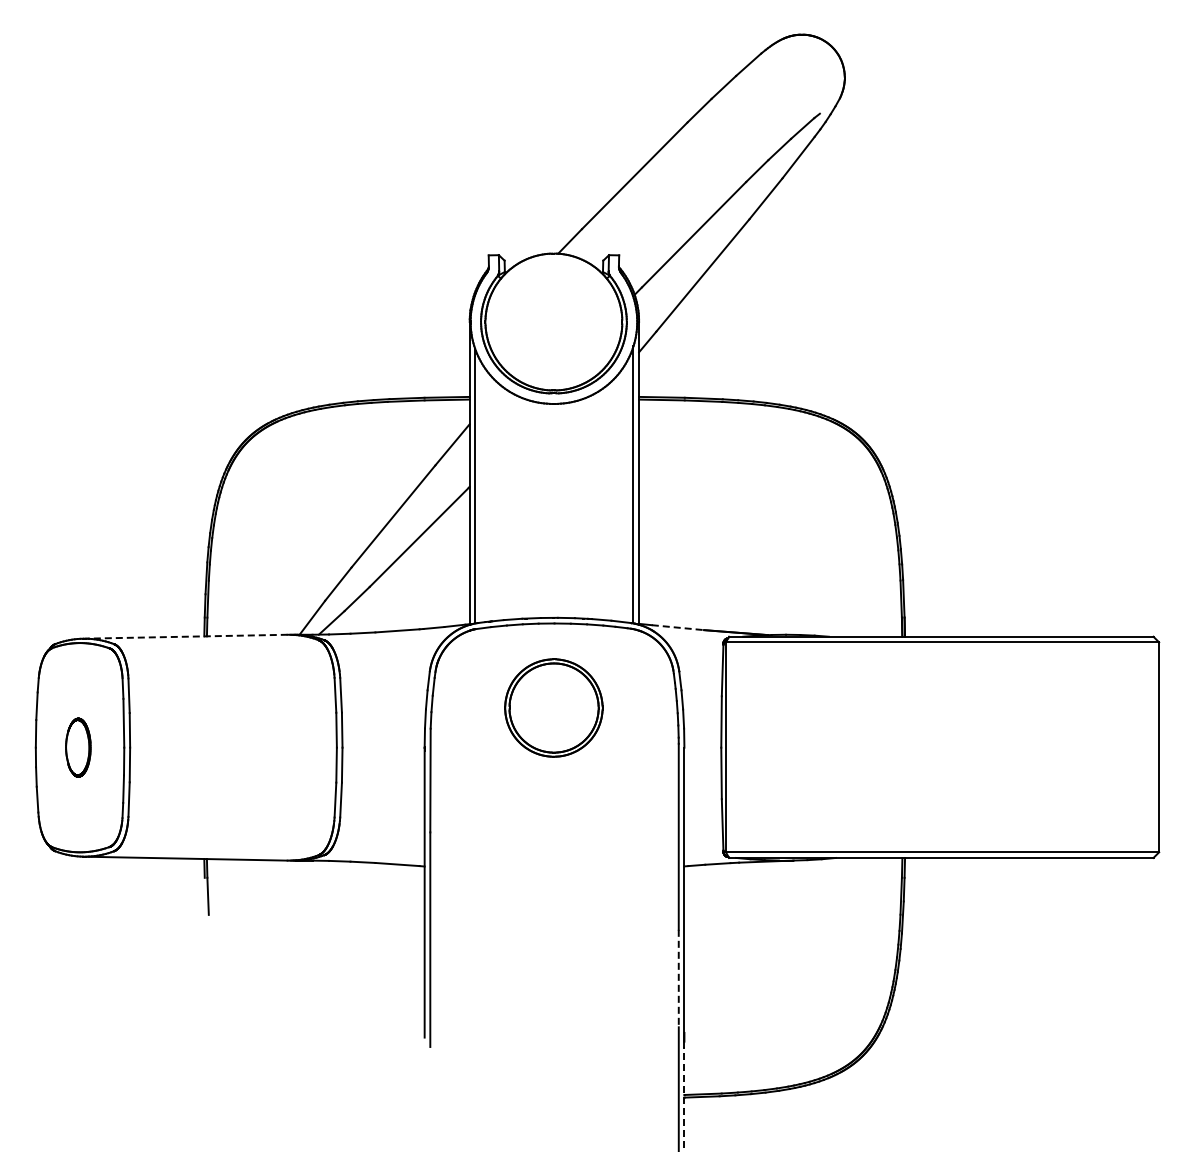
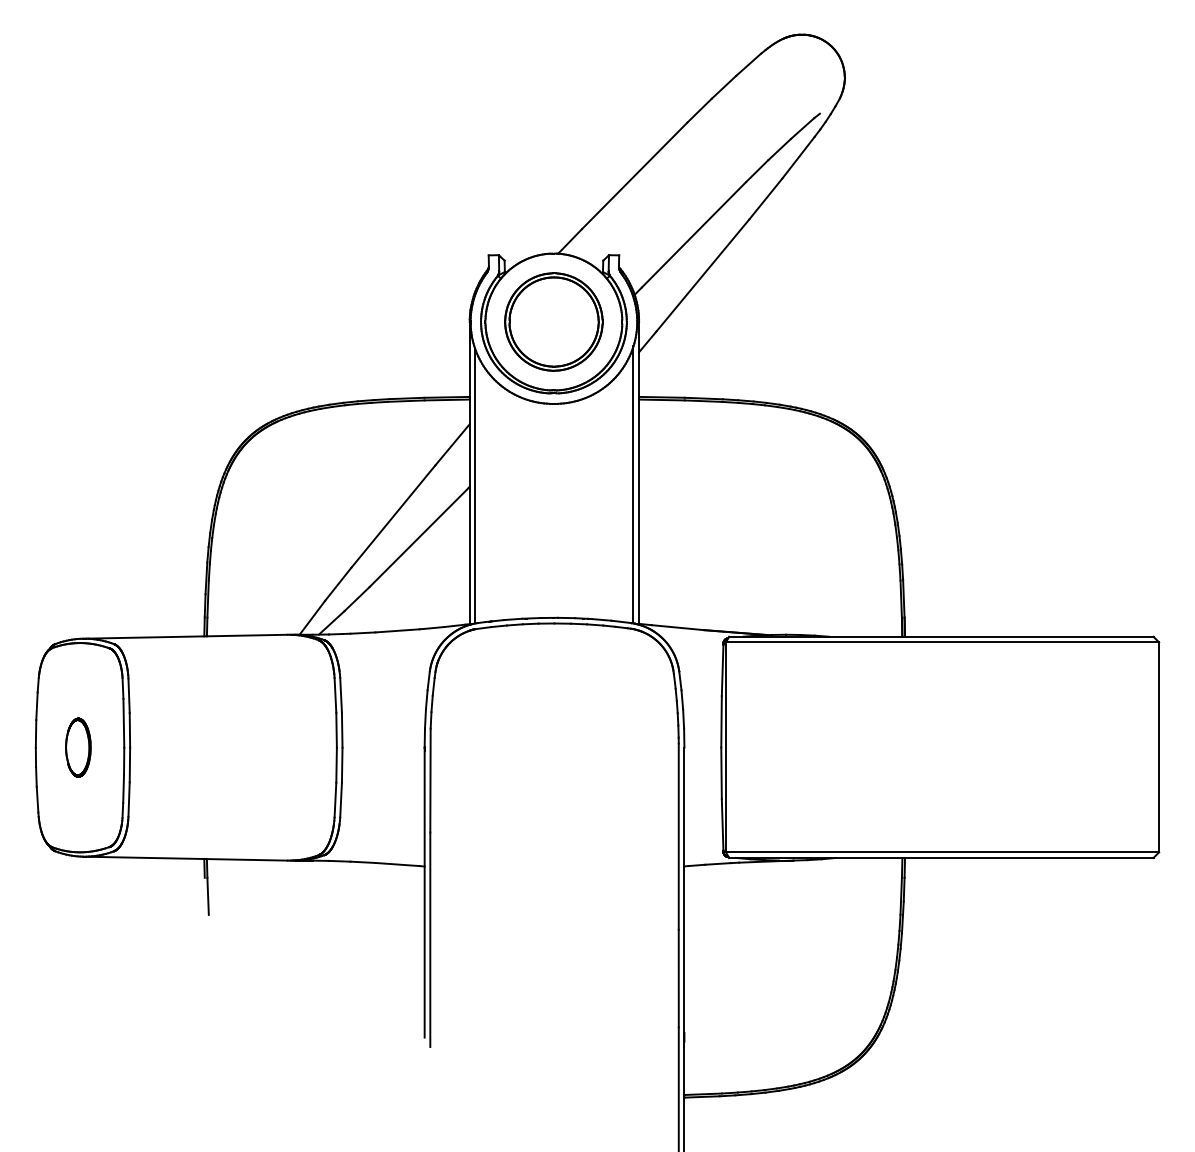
line at (678, 627): dashed -> solid
line at (185, 636): dashed -> solid
part at (553, 707) position: (553, 707) -> (553, 321)
line at (678, 978): dashed -> solid
line at (684, 1098): dashed -> solid
